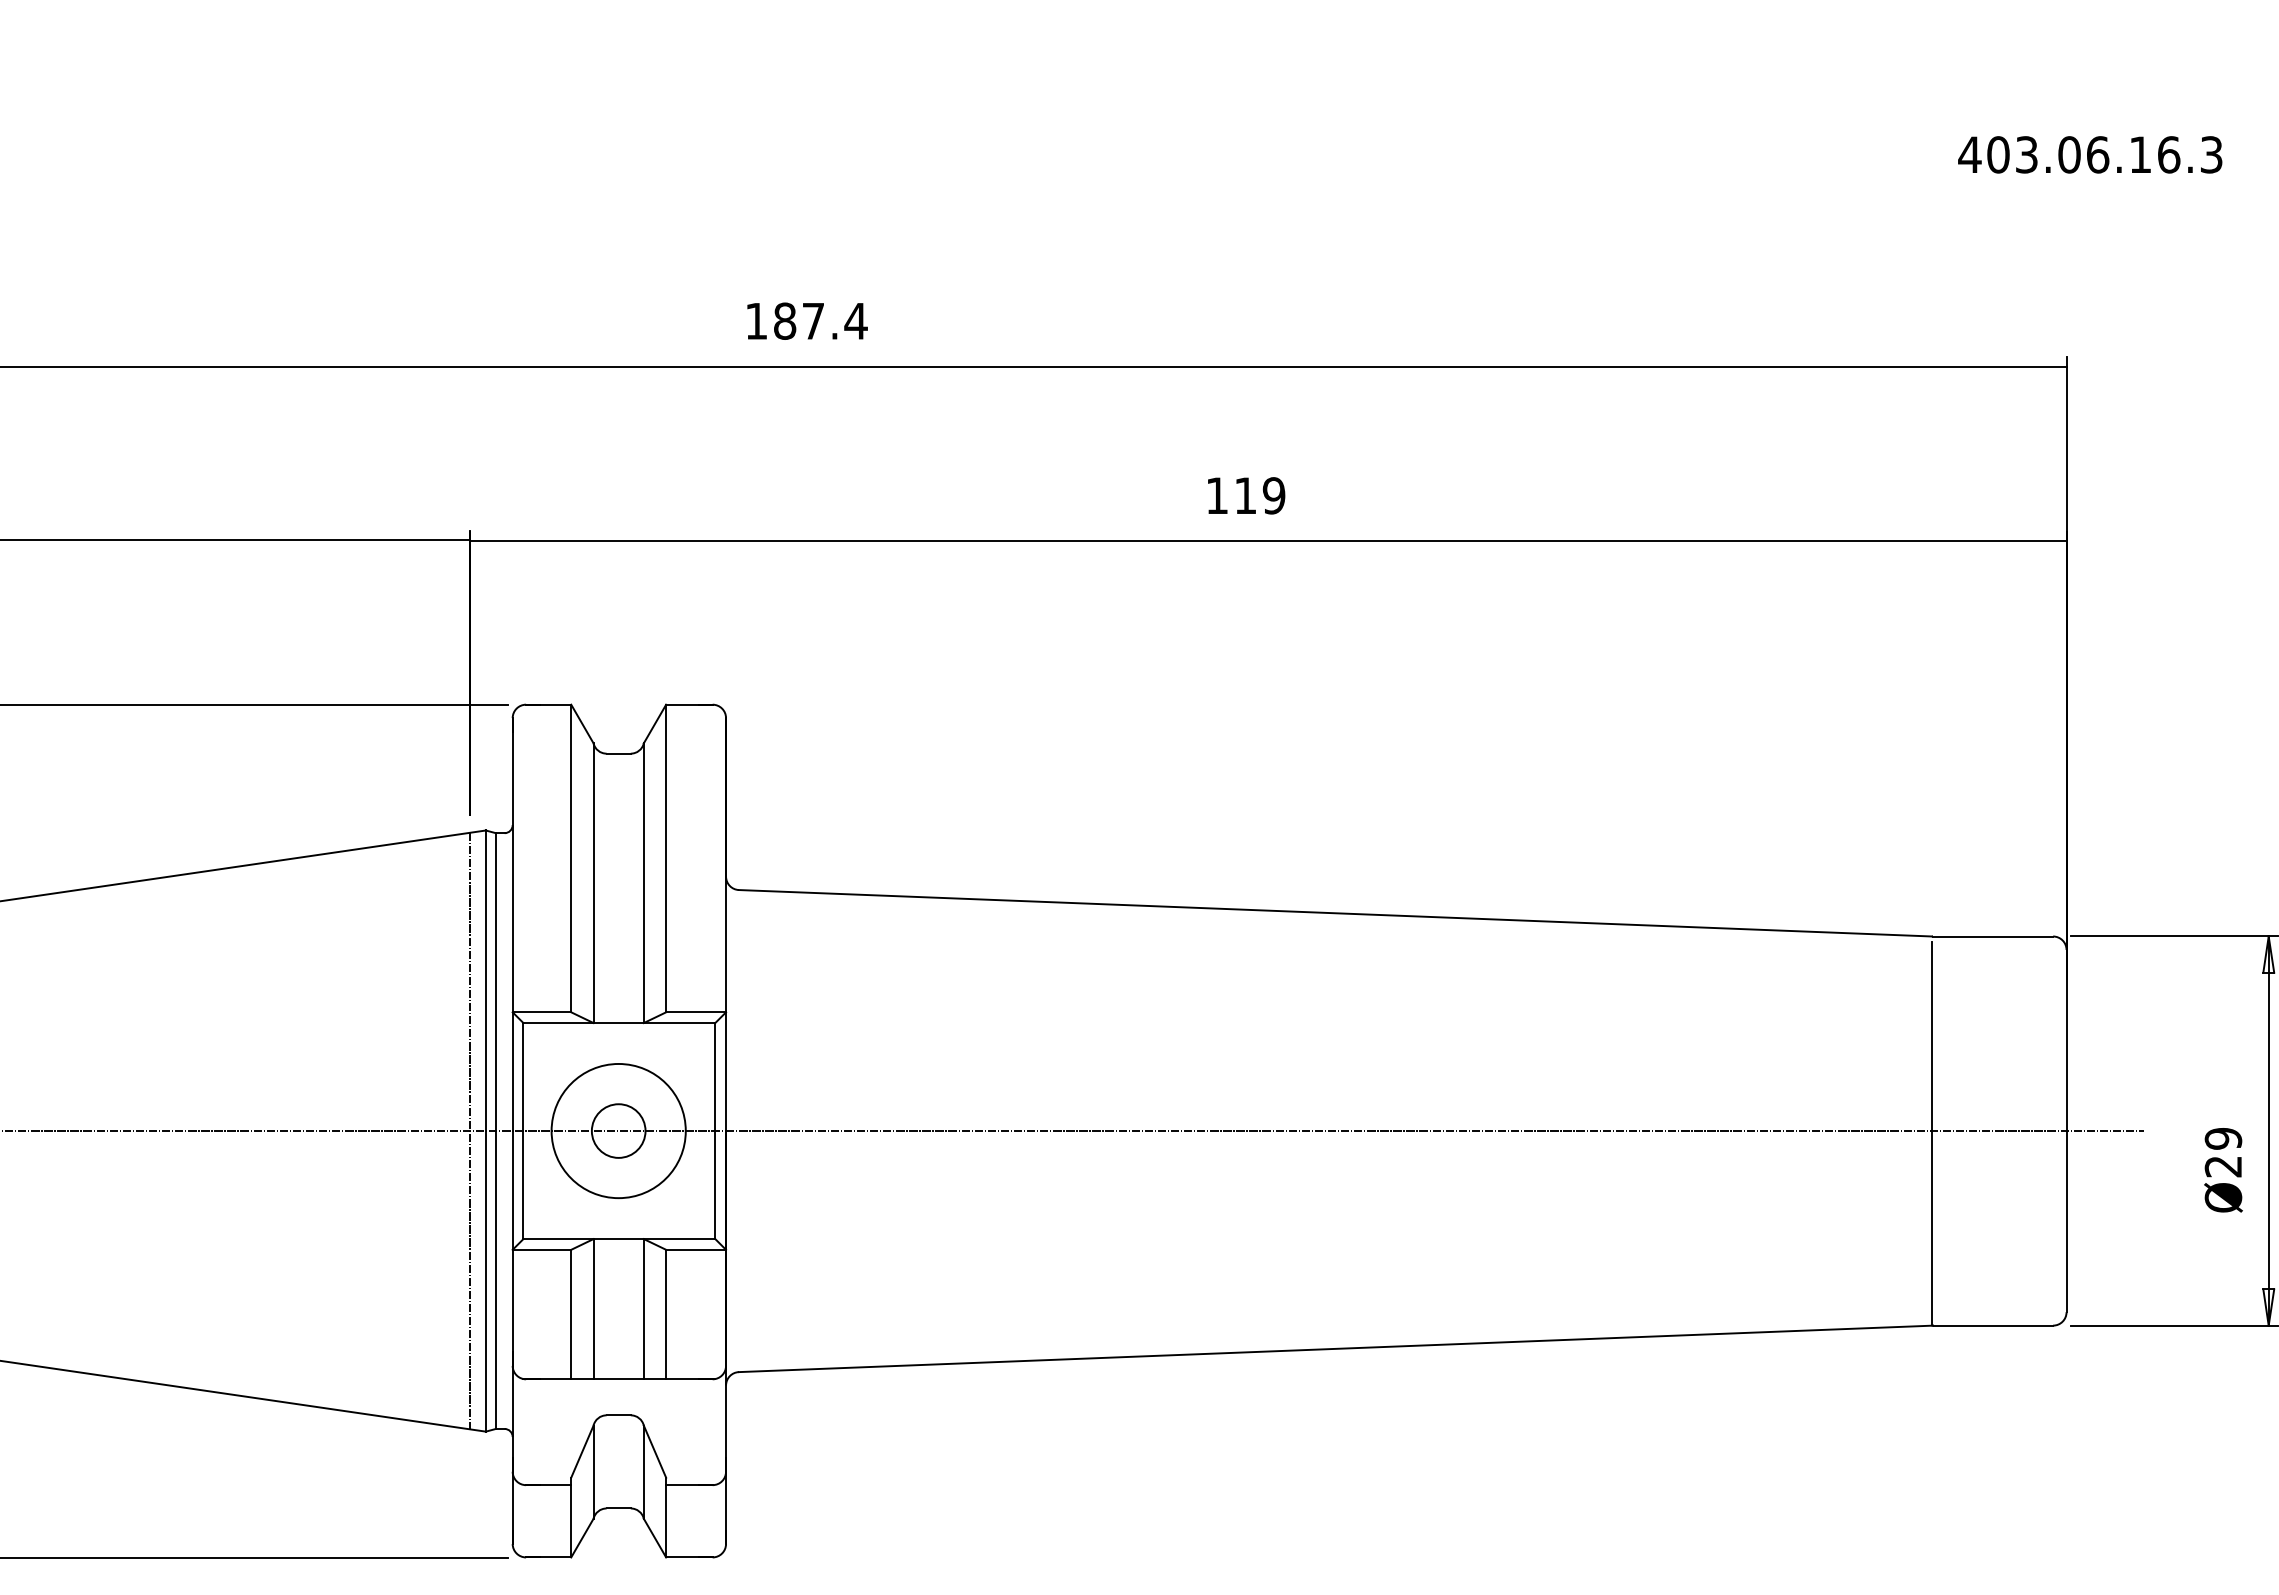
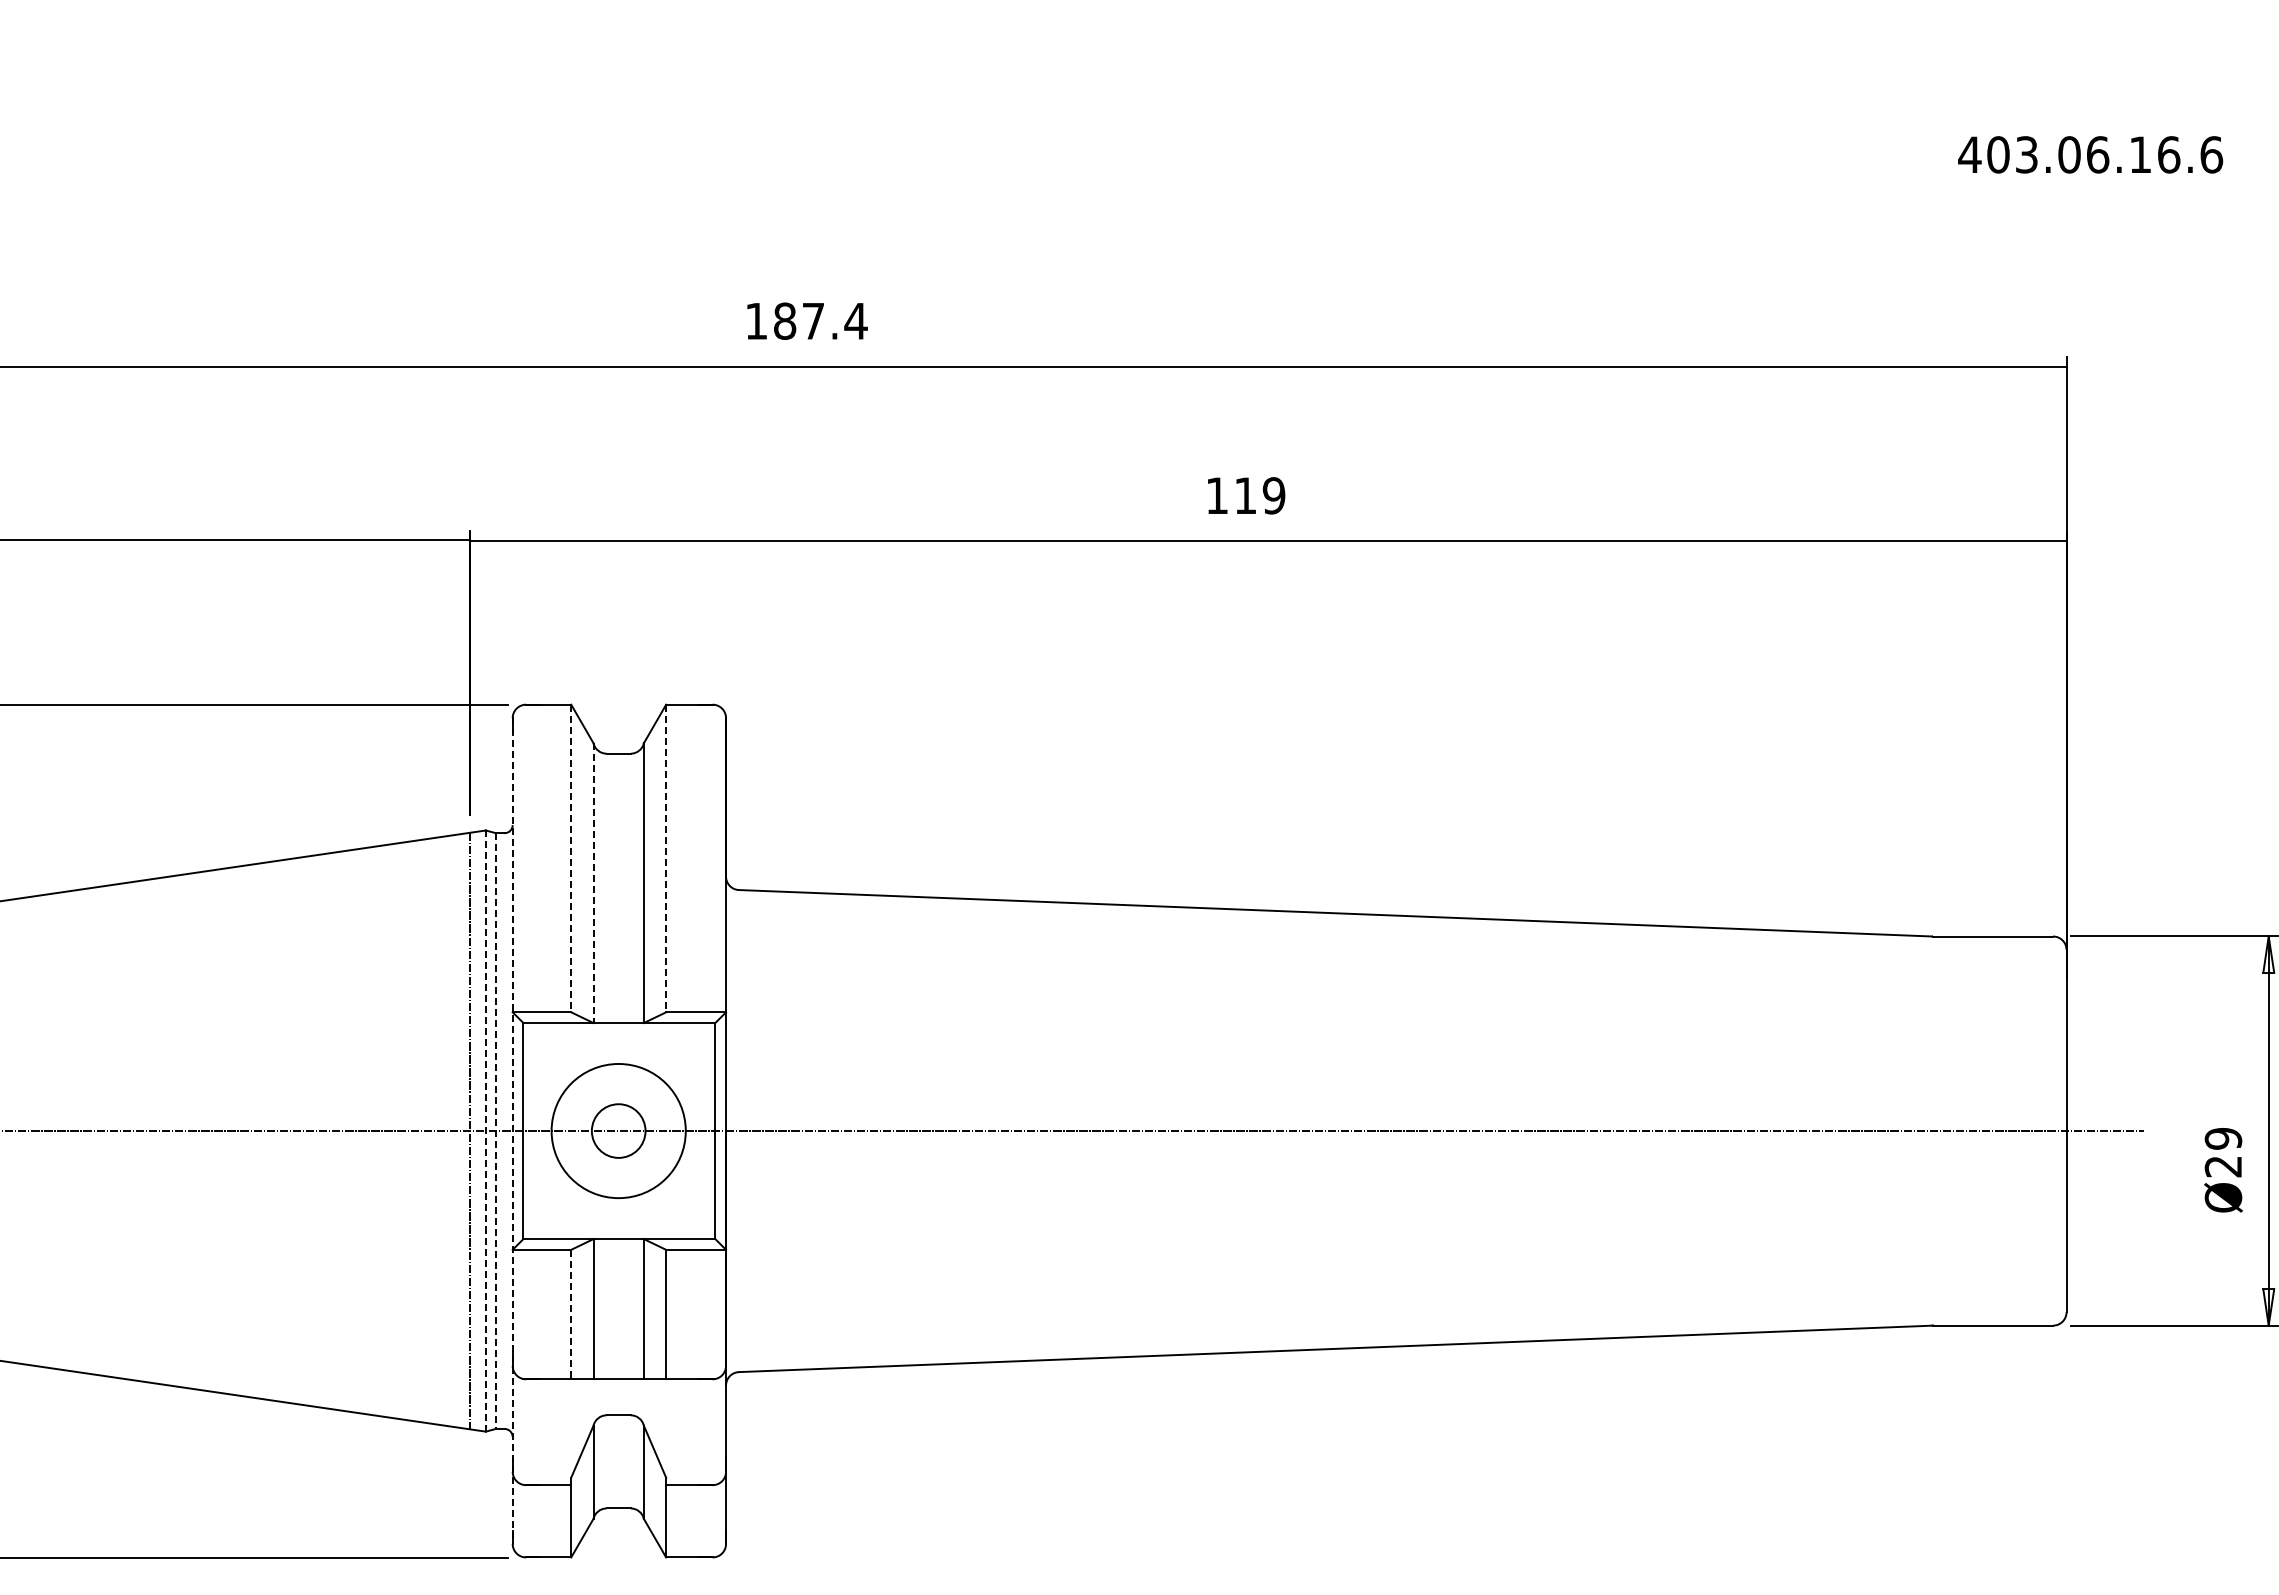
text at (2211, 154): 403.06.16.3 -> 403.06.16.6
line at (571, 858): solid -> dashed
line at (666, 858): solid -> dashed
line at (593, 883): solid -> dashed
line at (485, 1131): solid -> dashed
line at (495, 1131): solid -> dashed
line at (512, 1131): solid -> dashed
line at (1932, 1132): present -> none
line at (571, 1314): solid -> dashed
